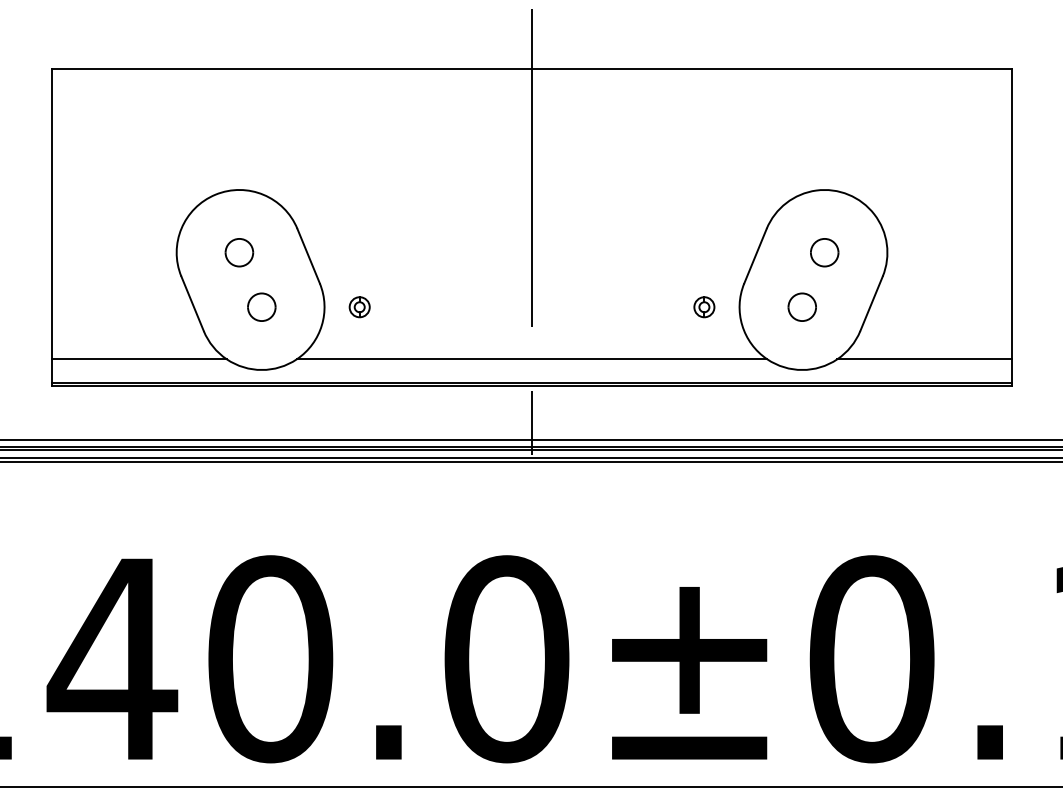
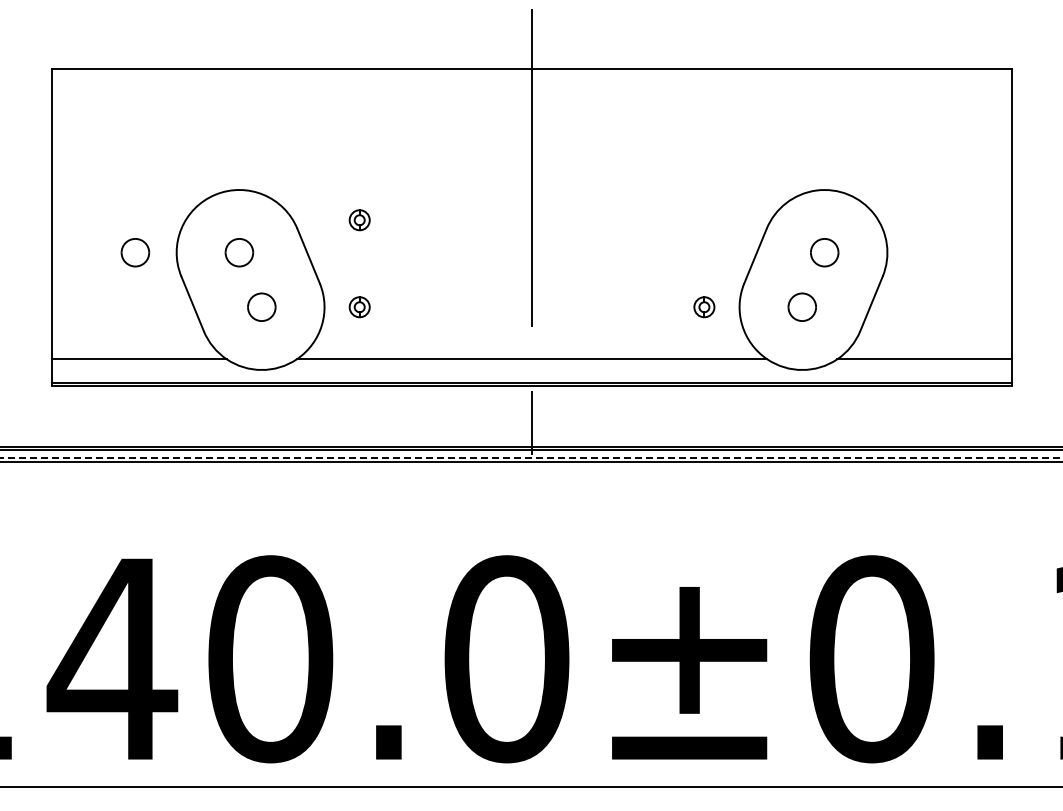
part at (359, 220): none -> present
part at (135, 252): none -> present
line at (530, 439): present -> none
line at (531, 457): solid -> dashed
